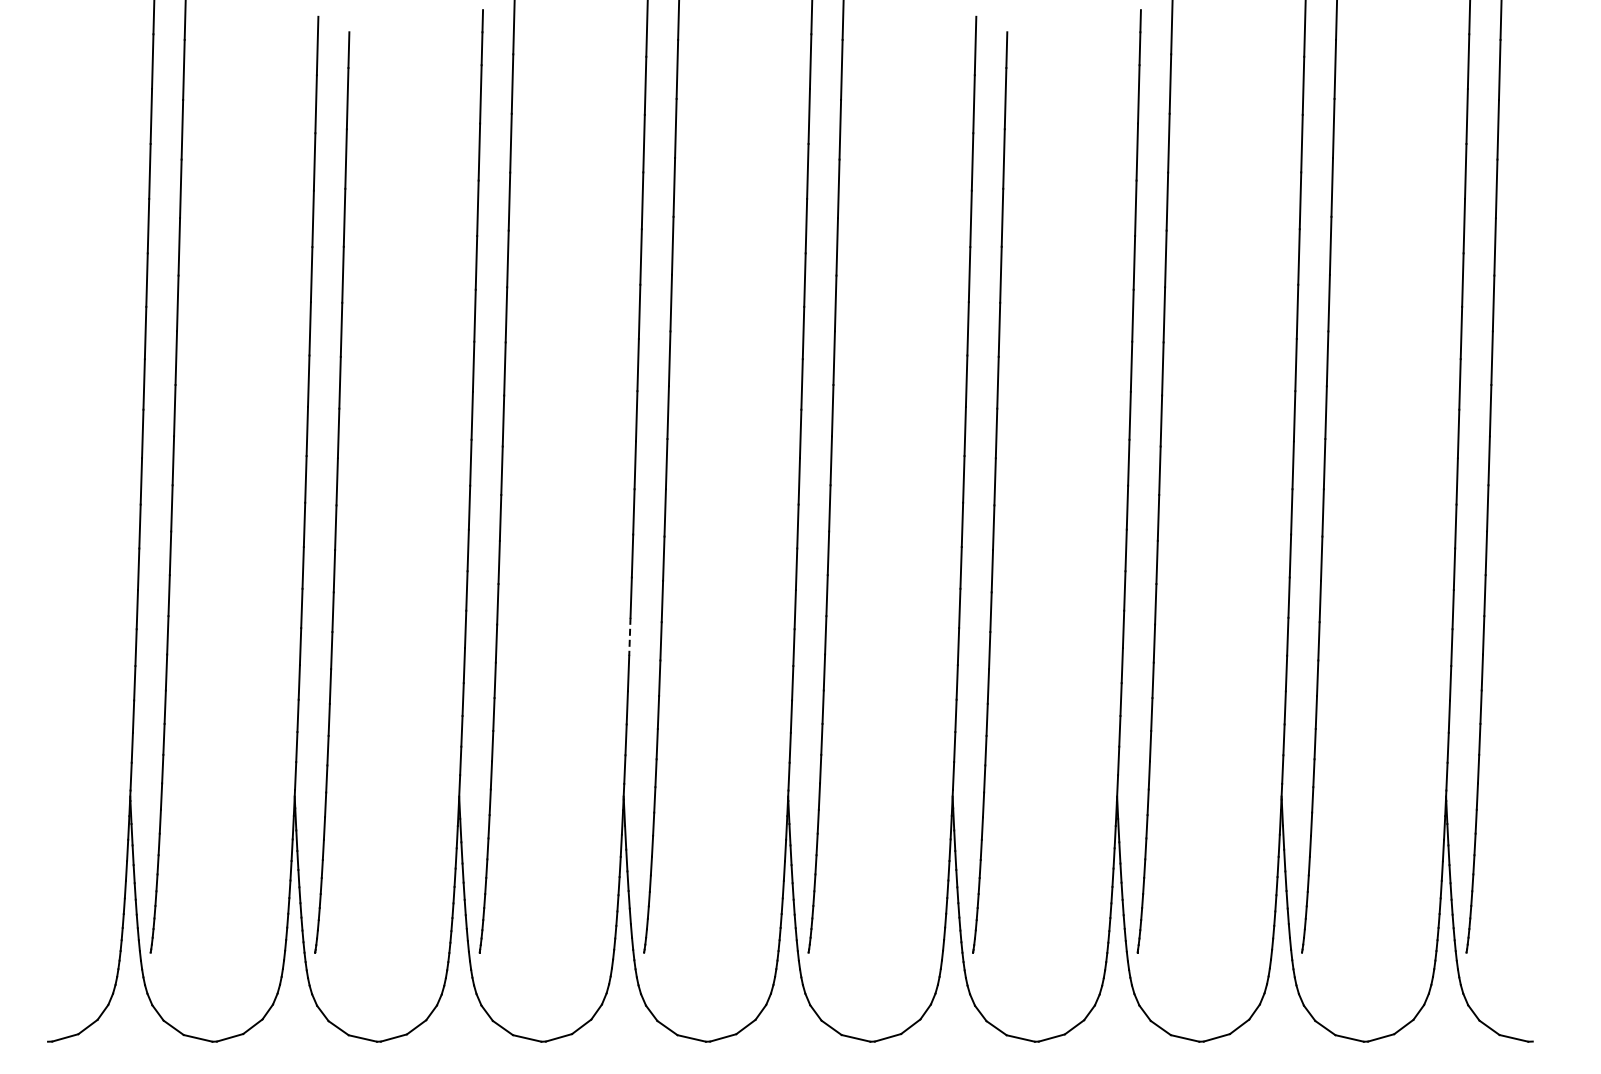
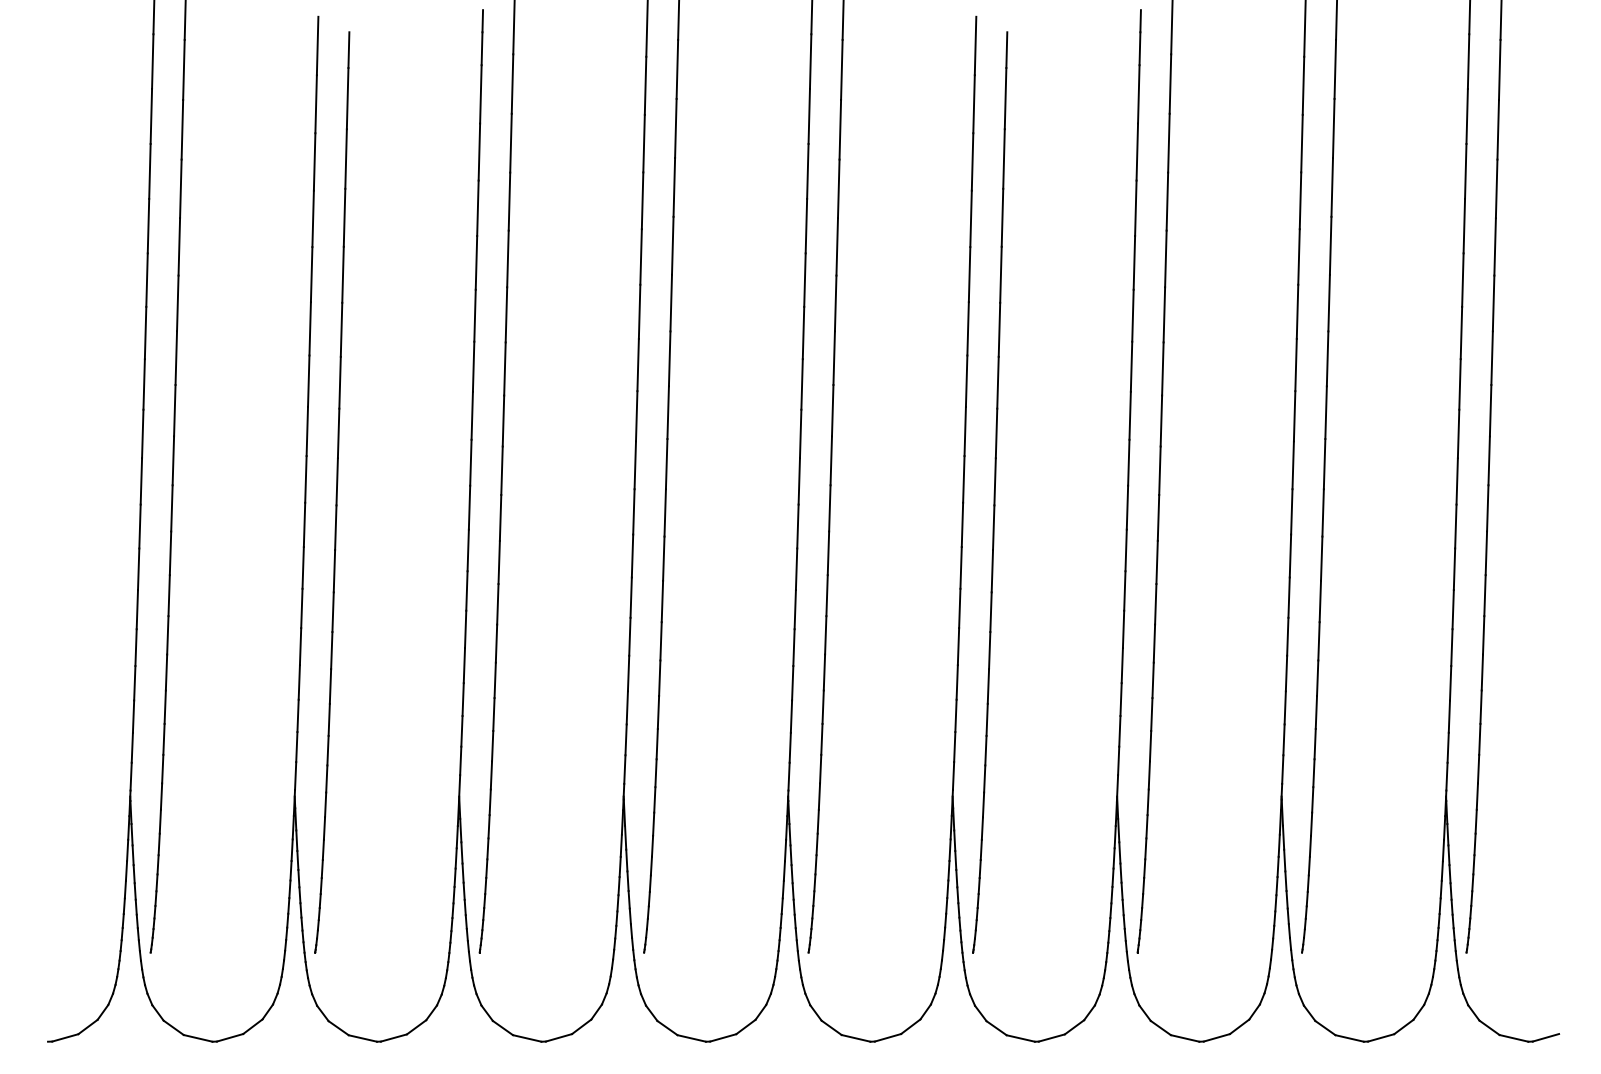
line at (629, 636): dashed -> solid
line at (1545, 1037): none -> present
